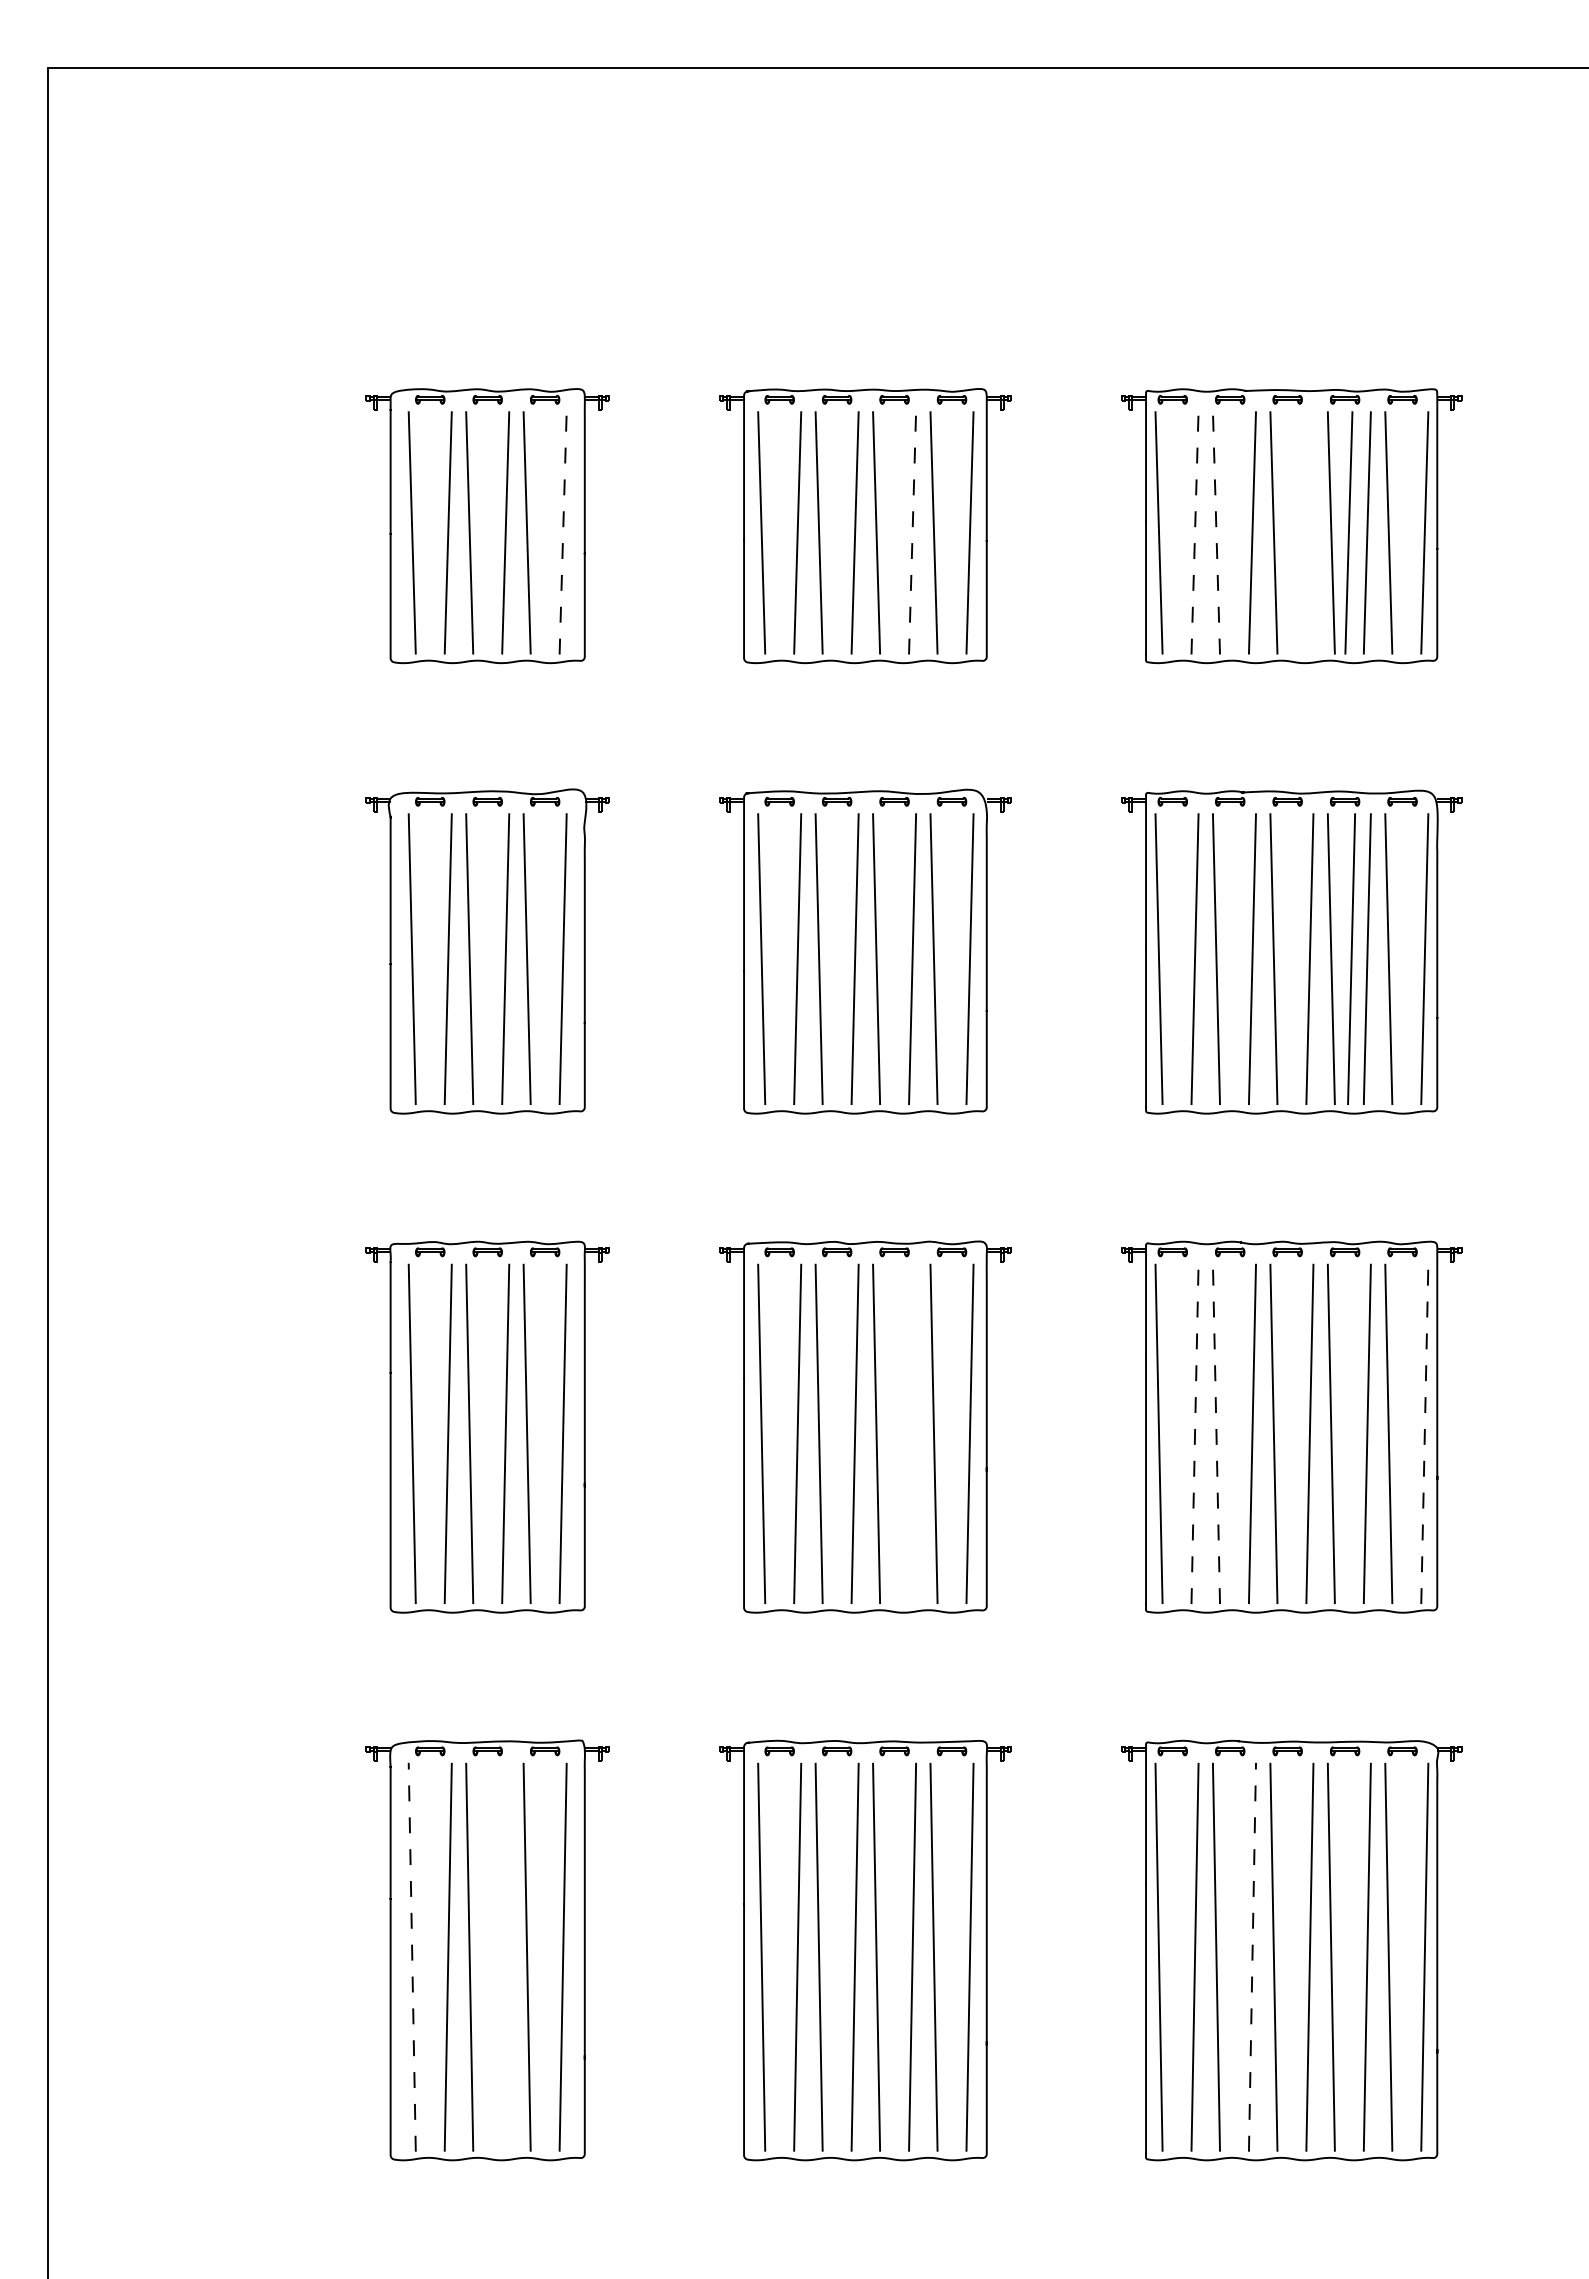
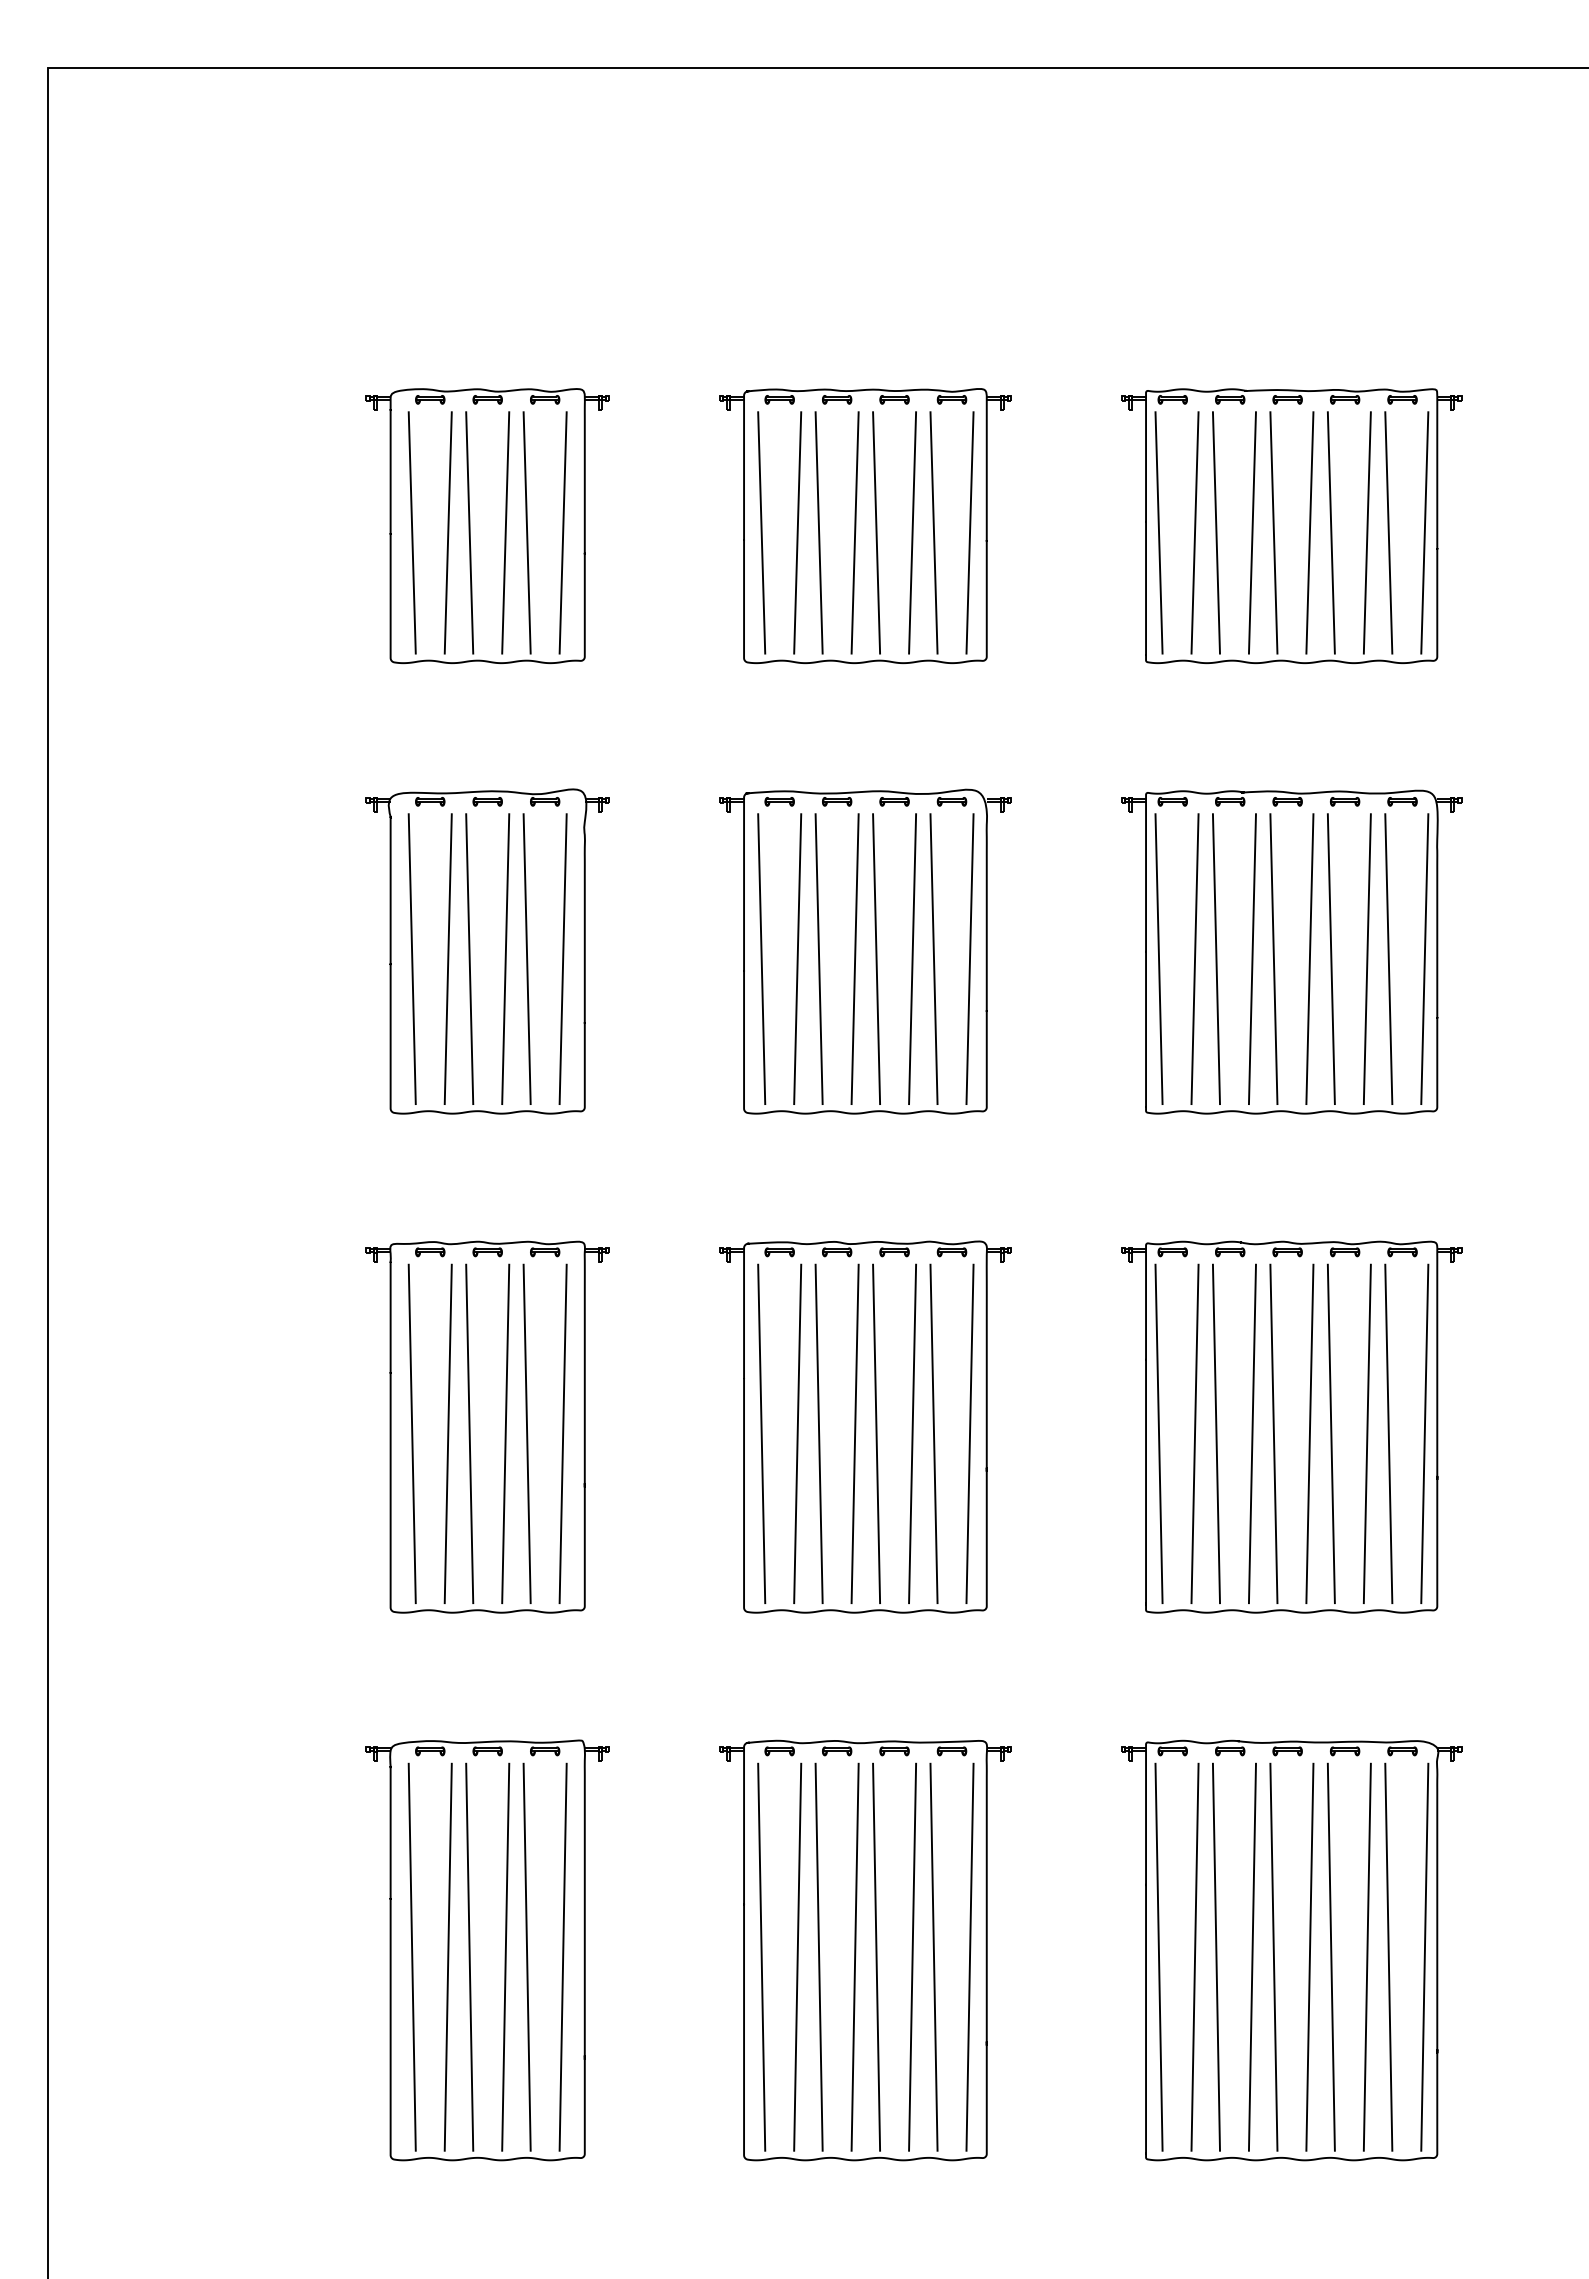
line at (563, 532): dashed -> solid
line at (912, 532): dashed -> solid
line at (1195, 532): dashed -> solid
line at (1216, 532): dashed -> solid
line at (1348, 532) position: (1348, 532) -> (1309, 532)
line at (1351, 958): present -> none
line at (912, 1433): none -> present
line at (1195, 1433): dashed -> solid
line at (1216, 1433): dashed -> solid
line at (1424, 1433): dashed -> solid
line at (412, 1956): dashed -> solid
line at (505, 1956): none -> present
line at (1252, 1956): dashed -> solid
